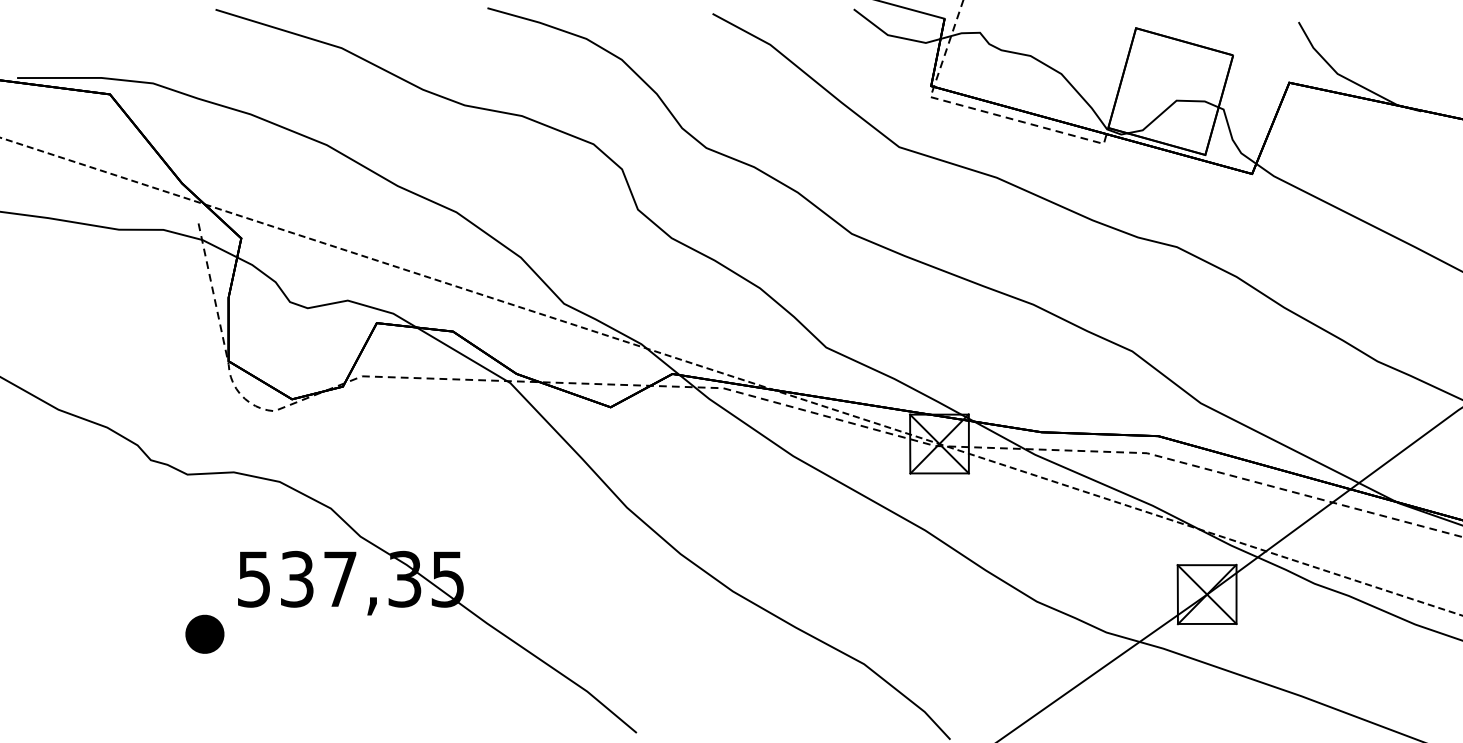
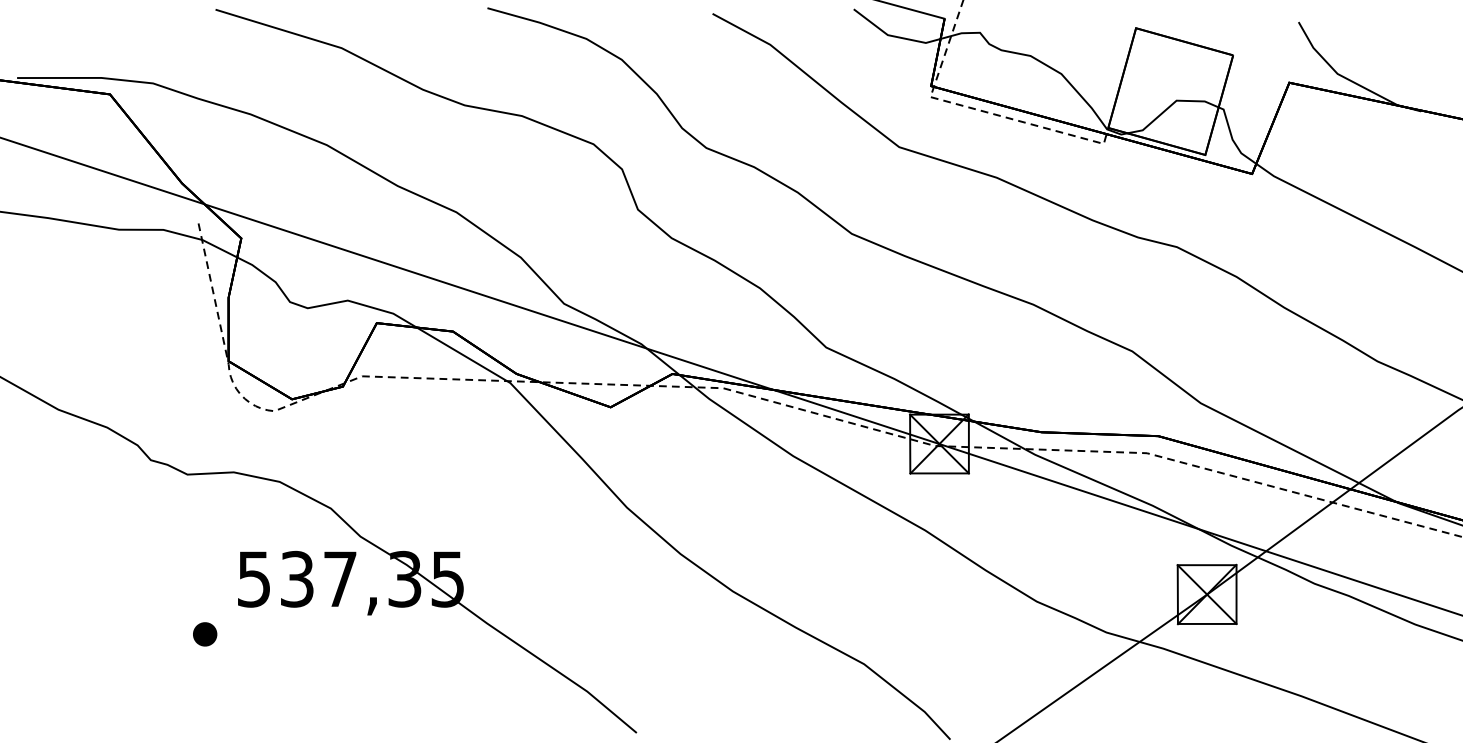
line at (731, 376): dashed -> solid
part at (204, 633) size: 40x40 px -> 25x25 px
